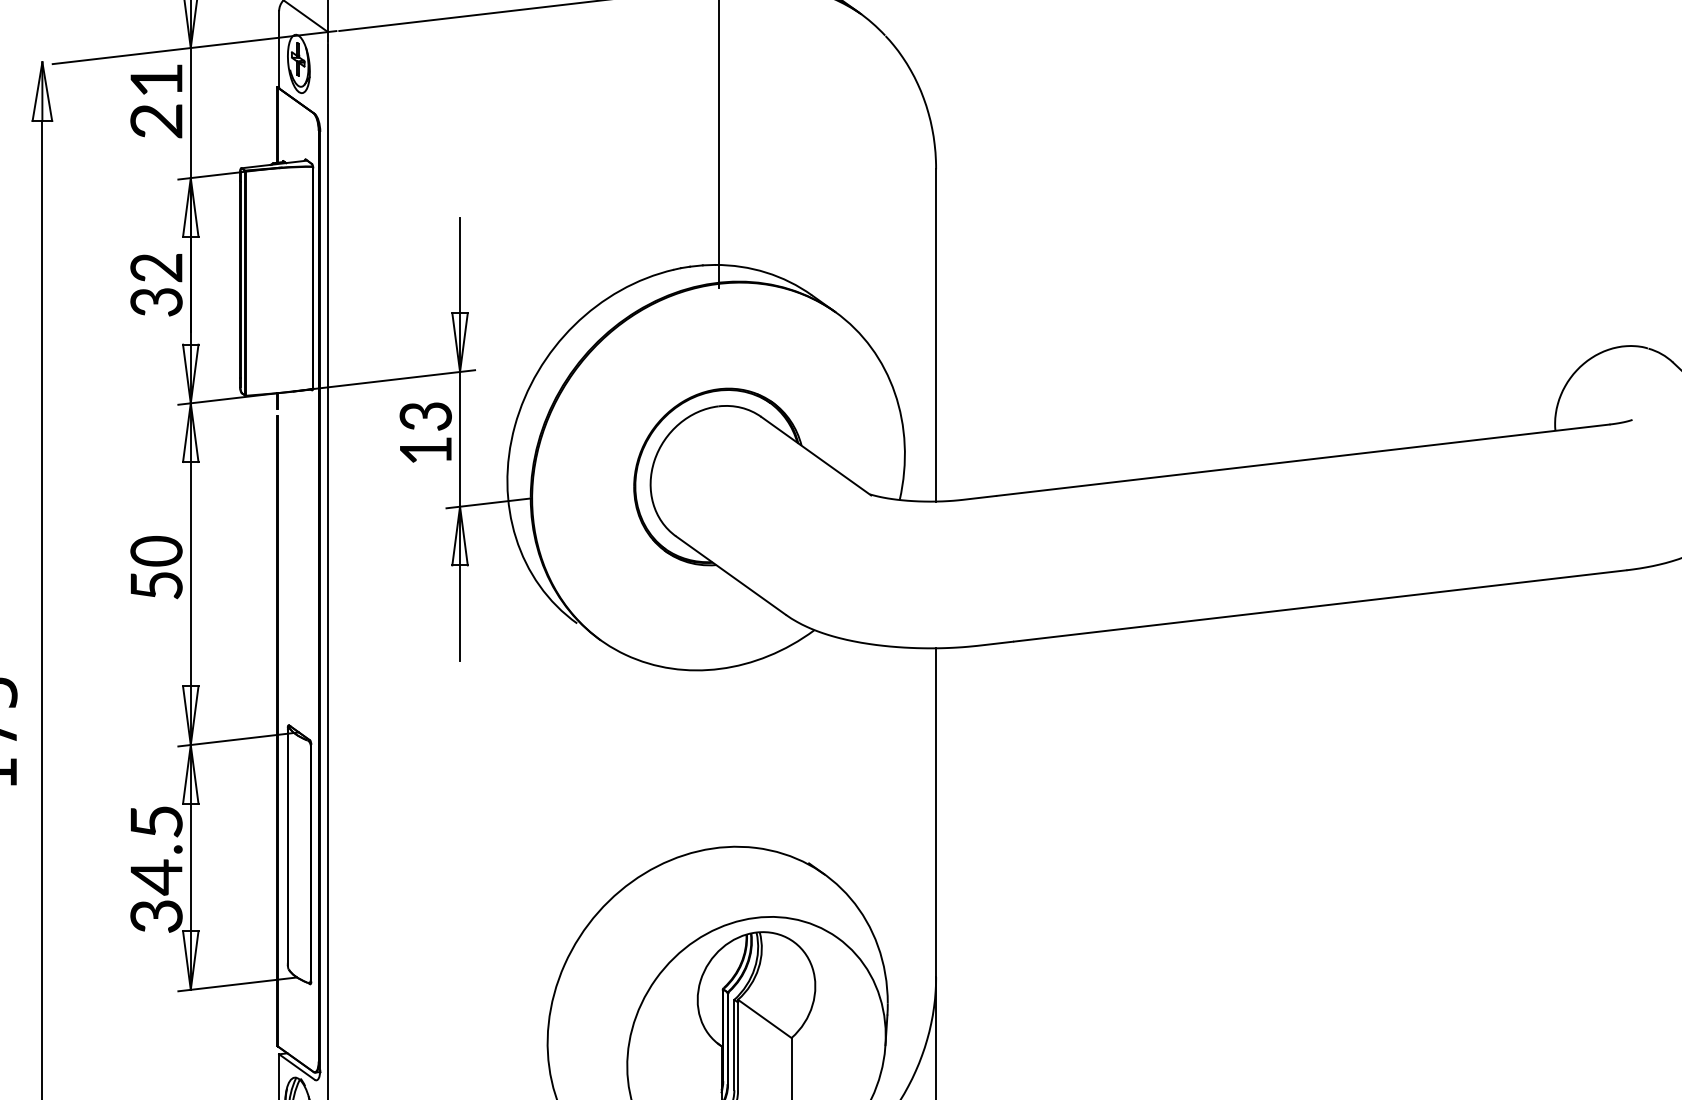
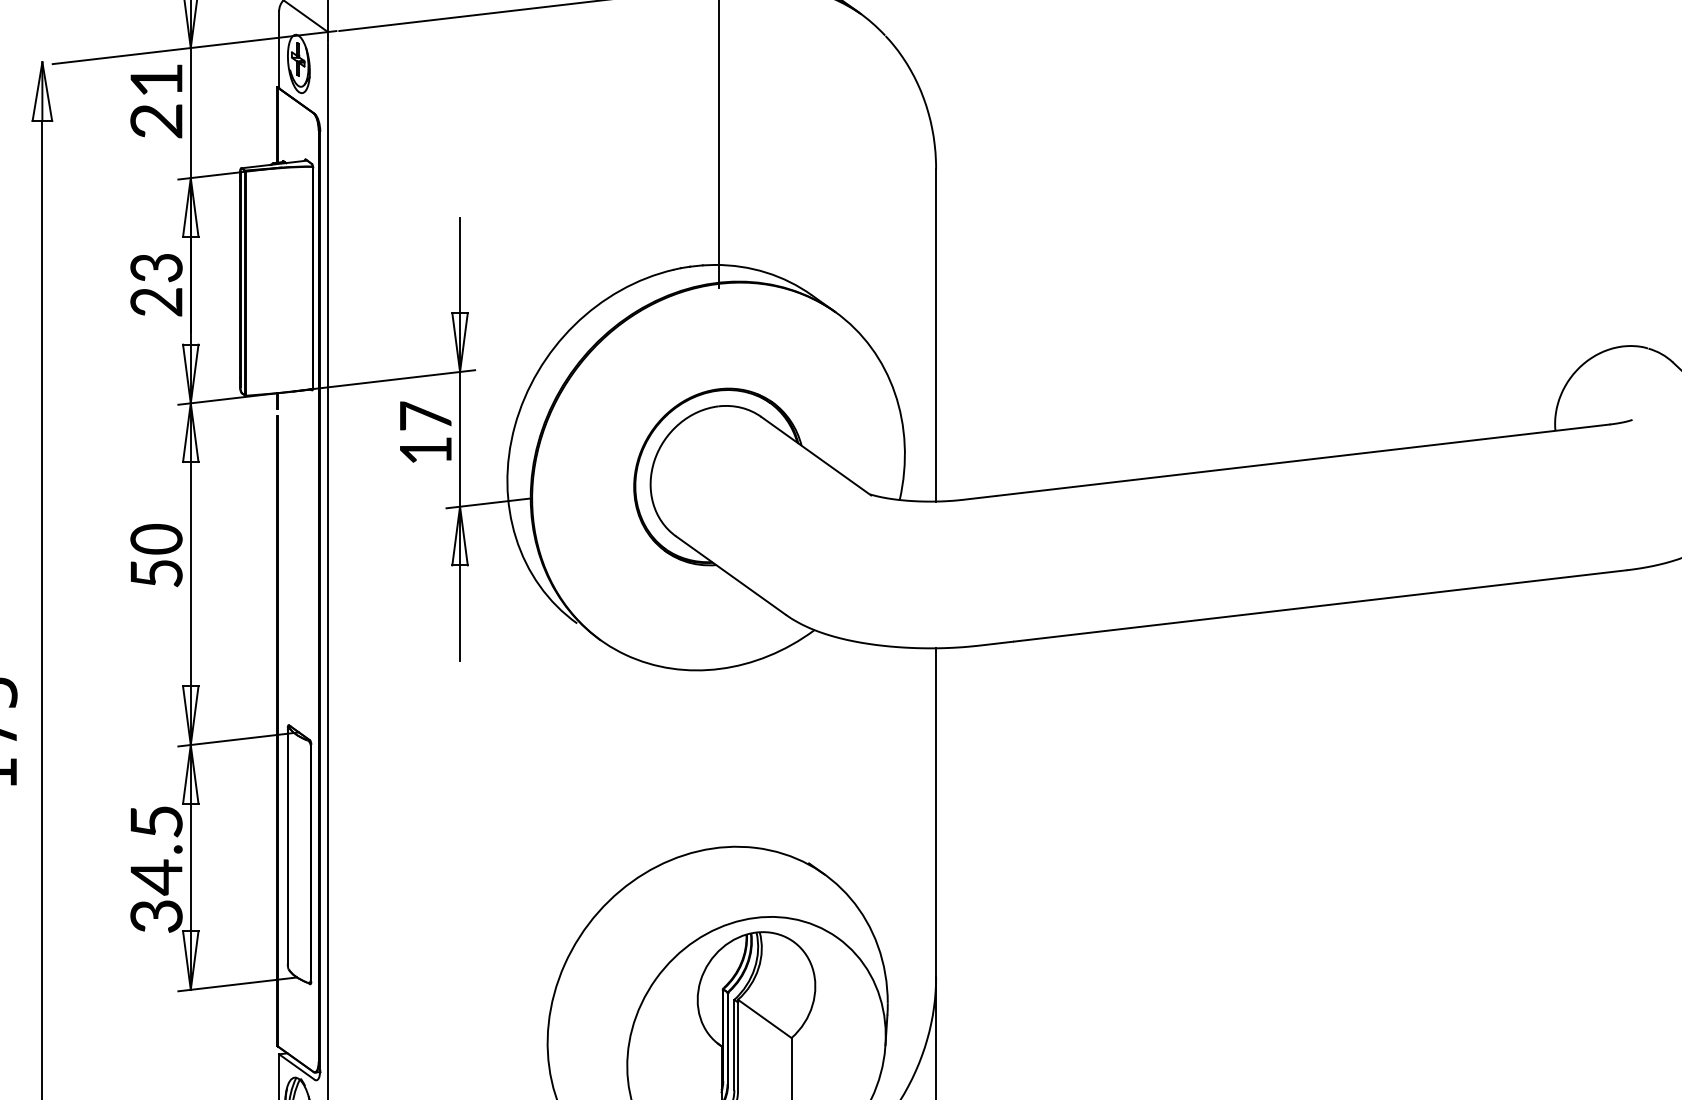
text at (156, 285): 32 -> 23
text at (425, 415): 13 -> 17
text at (156, 567) position: (156, 567) -> (156, 555)
